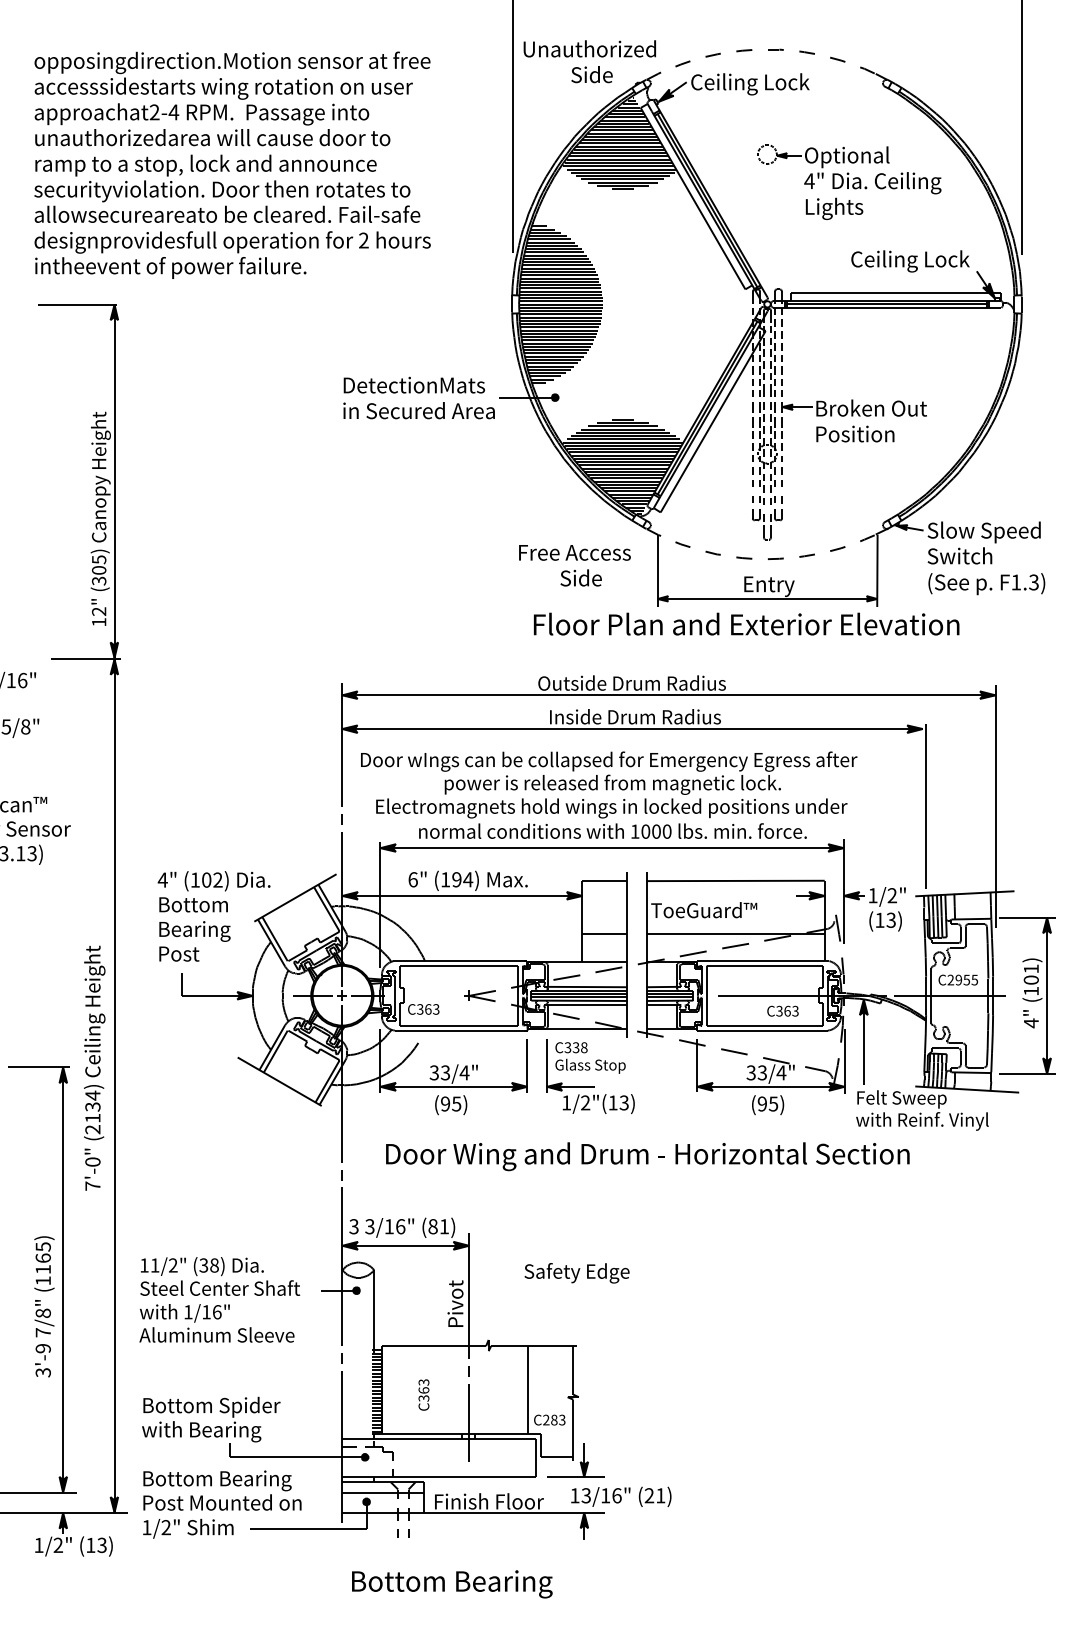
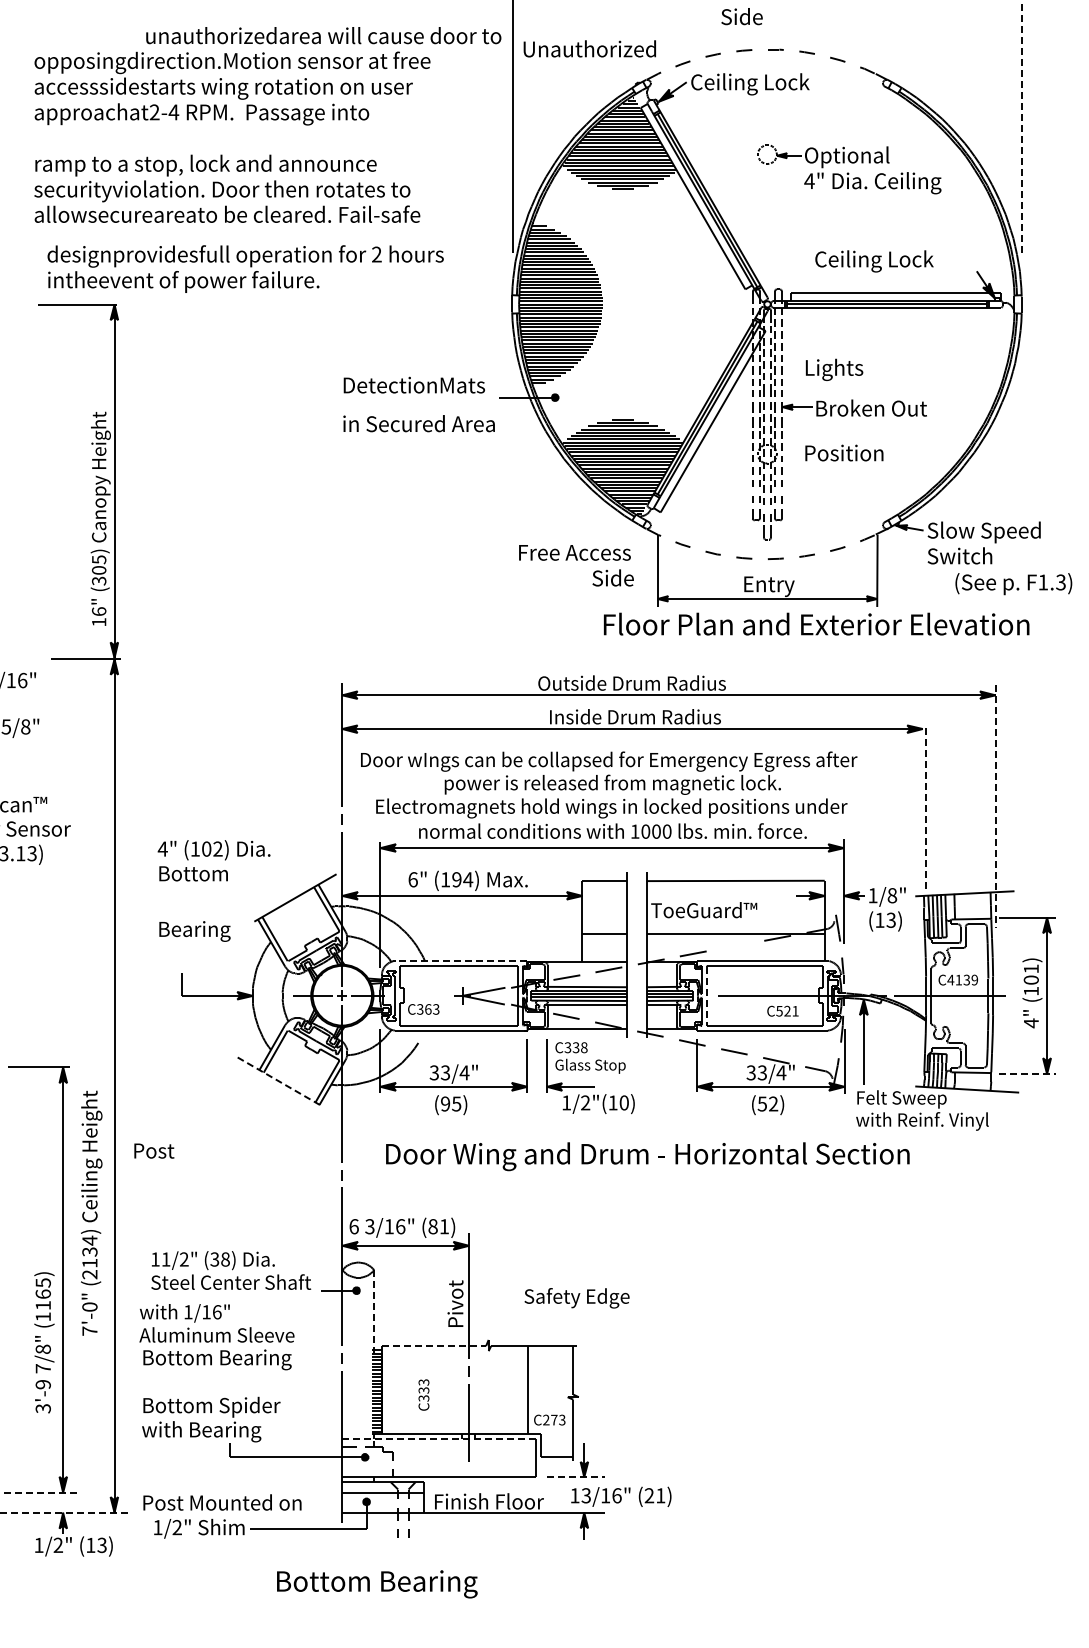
text at (591, 74) position: (591, 74) -> (741, 16)
line at (1022, 128): solid -> dashed
text at (212, 137) position: (212, 137) -> (323, 35)
text at (834, 208) position: (834, 208) -> (834, 369)
text at (232, 254) position: (232, 254) -> (245, 268)
text at (910, 261) position: (910, 261) -> (874, 261)
text at (418, 410) position: (418, 410) -> (418, 423)
text at (855, 433) position: (855, 433) -> (844, 452)
text at (580, 577) position: (580, 577) -> (612, 577)
text at (986, 584) position: (986, 584) -> (1013, 584)
text at (98, 611): 12" -> 16"
text at (746, 623) position: (746, 623) -> (816, 623)
line at (926, 806): solid -> dashed
line at (995, 806): solid -> dashed
text at (213, 891) position: (213, 891) -> (213, 860)
text at (892, 895): 1/2" -> 1/8"
line at (735, 946): present -> none
text at (179, 953) position: (179, 953) -> (154, 1150)
line at (461, 961): solid -> dashed
text at (962, 979): C2955 -> C4139
part at (479, 995) size: 32x12 px -> 52x19 px
line at (707, 996): solid -> dashed
text at (787, 1010): C363 -> C521
text at (94, 1067) position: (94, 1067) -> (91, 1212)
line at (1028, 1074): solid -> dashed
line at (279, 1081): solid -> dashed
text at (623, 1102): 1/2"(13) -> 1/2"(10)
text at (767, 1103): (95) -> (52)
text at (353, 1226): 3 -> 6
text at (576, 1273) position: (576, 1273) -> (576, 1298)
text at (220, 1276) position: (220, 1276) -> (231, 1270)
text at (44, 1306) position: (44, 1306) -> (44, 1342)
line at (374, 1311): solid -> dashed
line at (434, 1346): solid -> dashed
text at (423, 1390): C363 -> C333
text at (554, 1419): C283 -> C273
line at (439, 1439): solid -> dashed
line at (575, 1477): solid -> dashed
text at (217, 1480) position: (217, 1480) -> (217, 1359)
line at (38, 1492): solid -> dashed
line at (64, 1512): solid -> dashed
text at (188, 1528) position: (188, 1528) -> (199, 1528)
text at (452, 1584) position: (452, 1584) -> (377, 1584)
